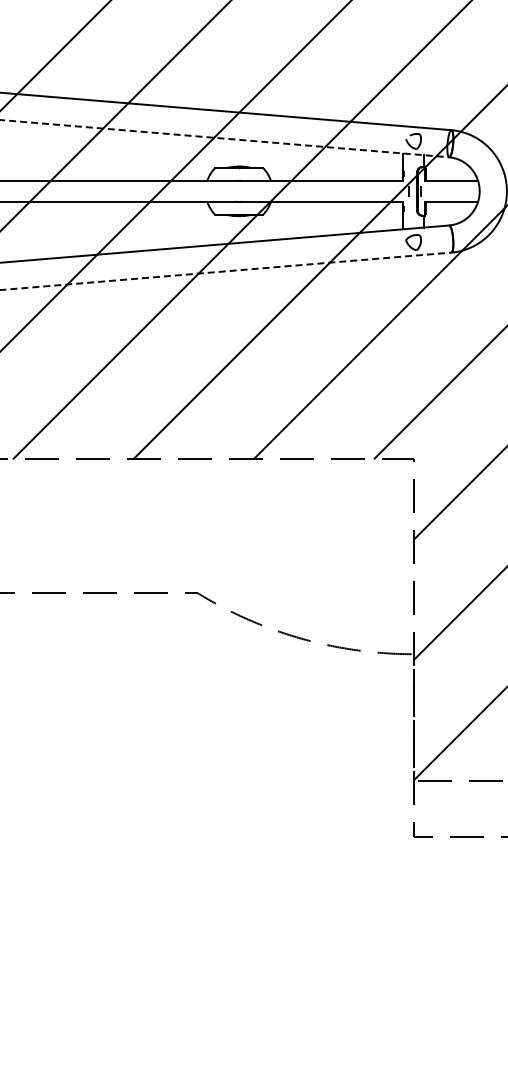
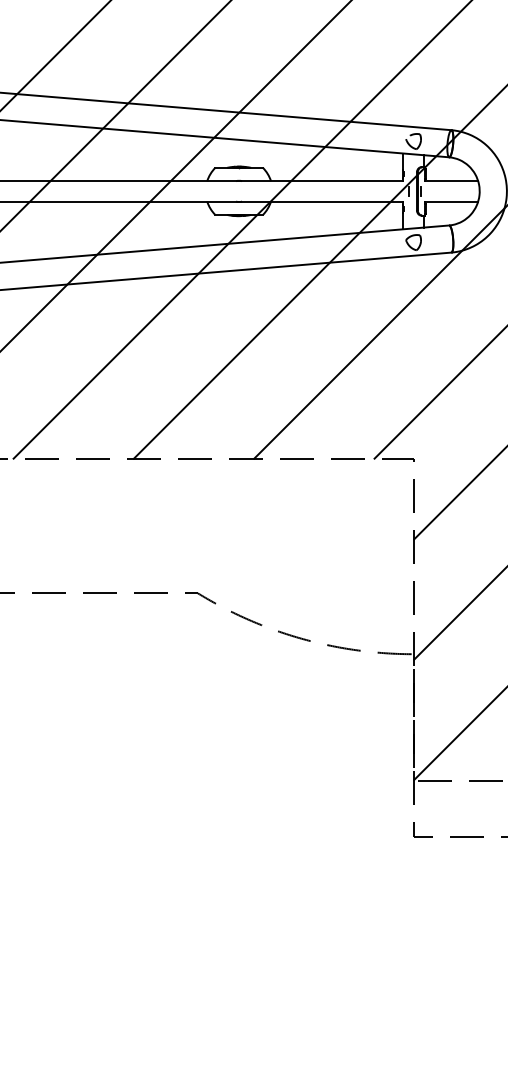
line at (225, 138): dashed -> solid
line at (226, 271): dashed -> solid
